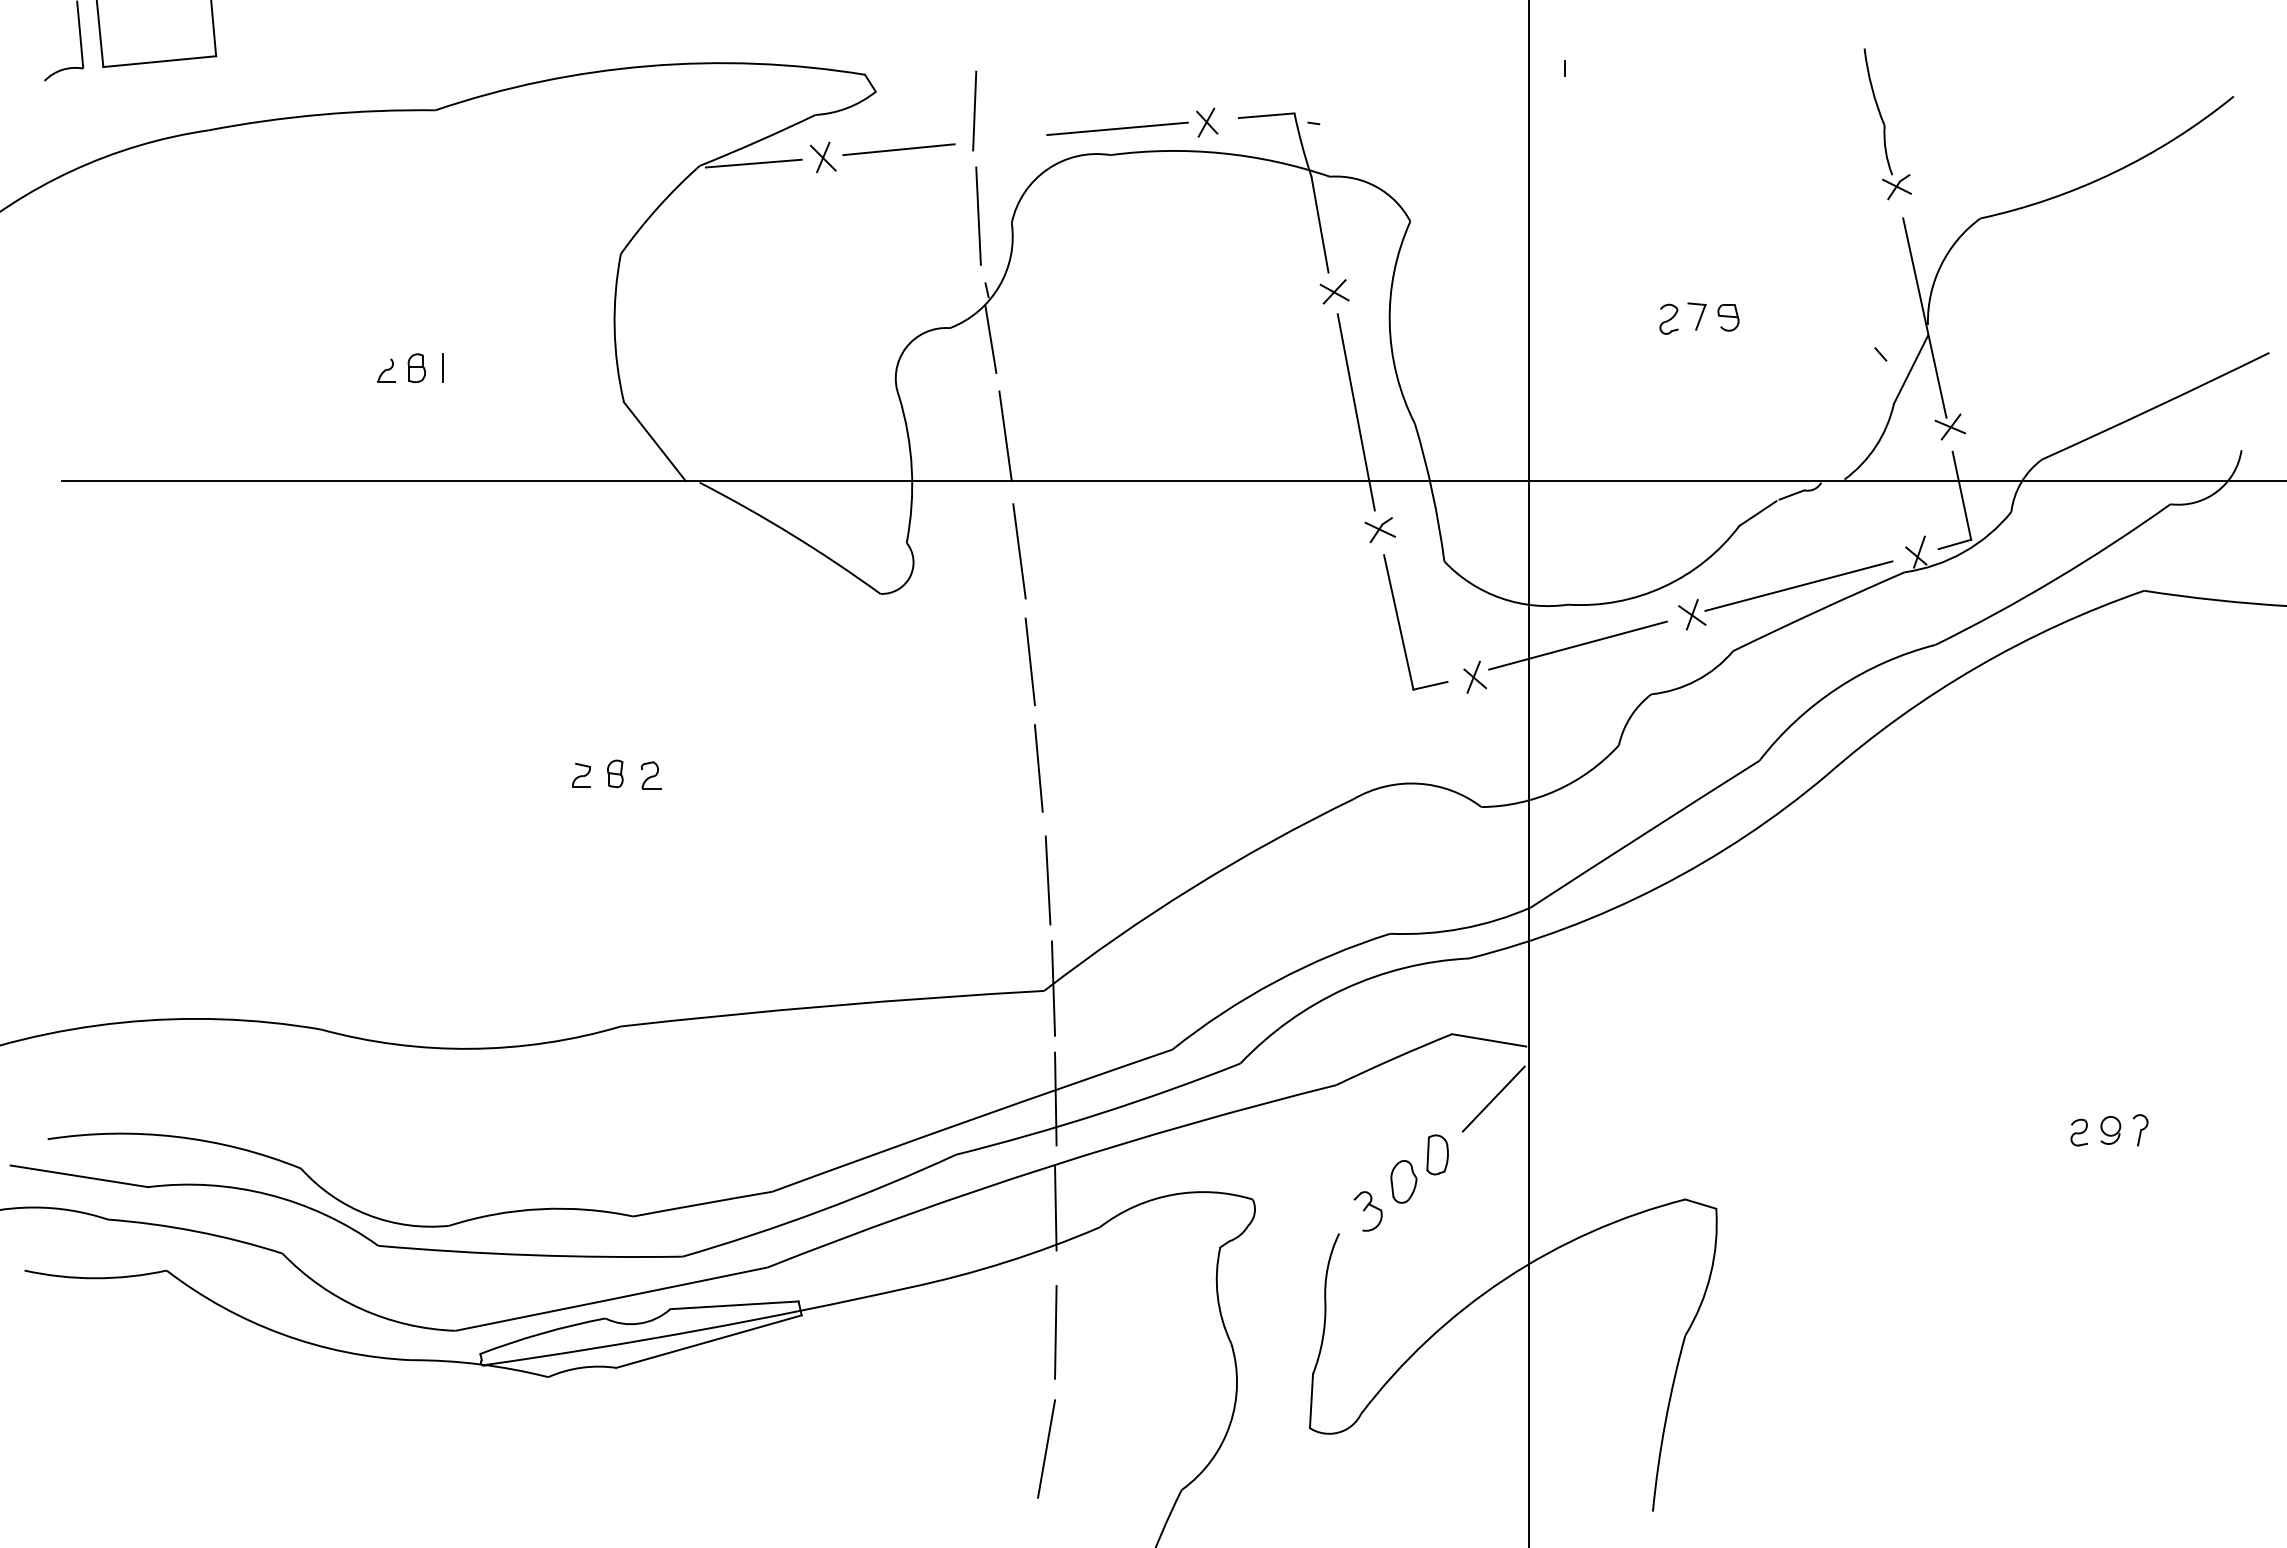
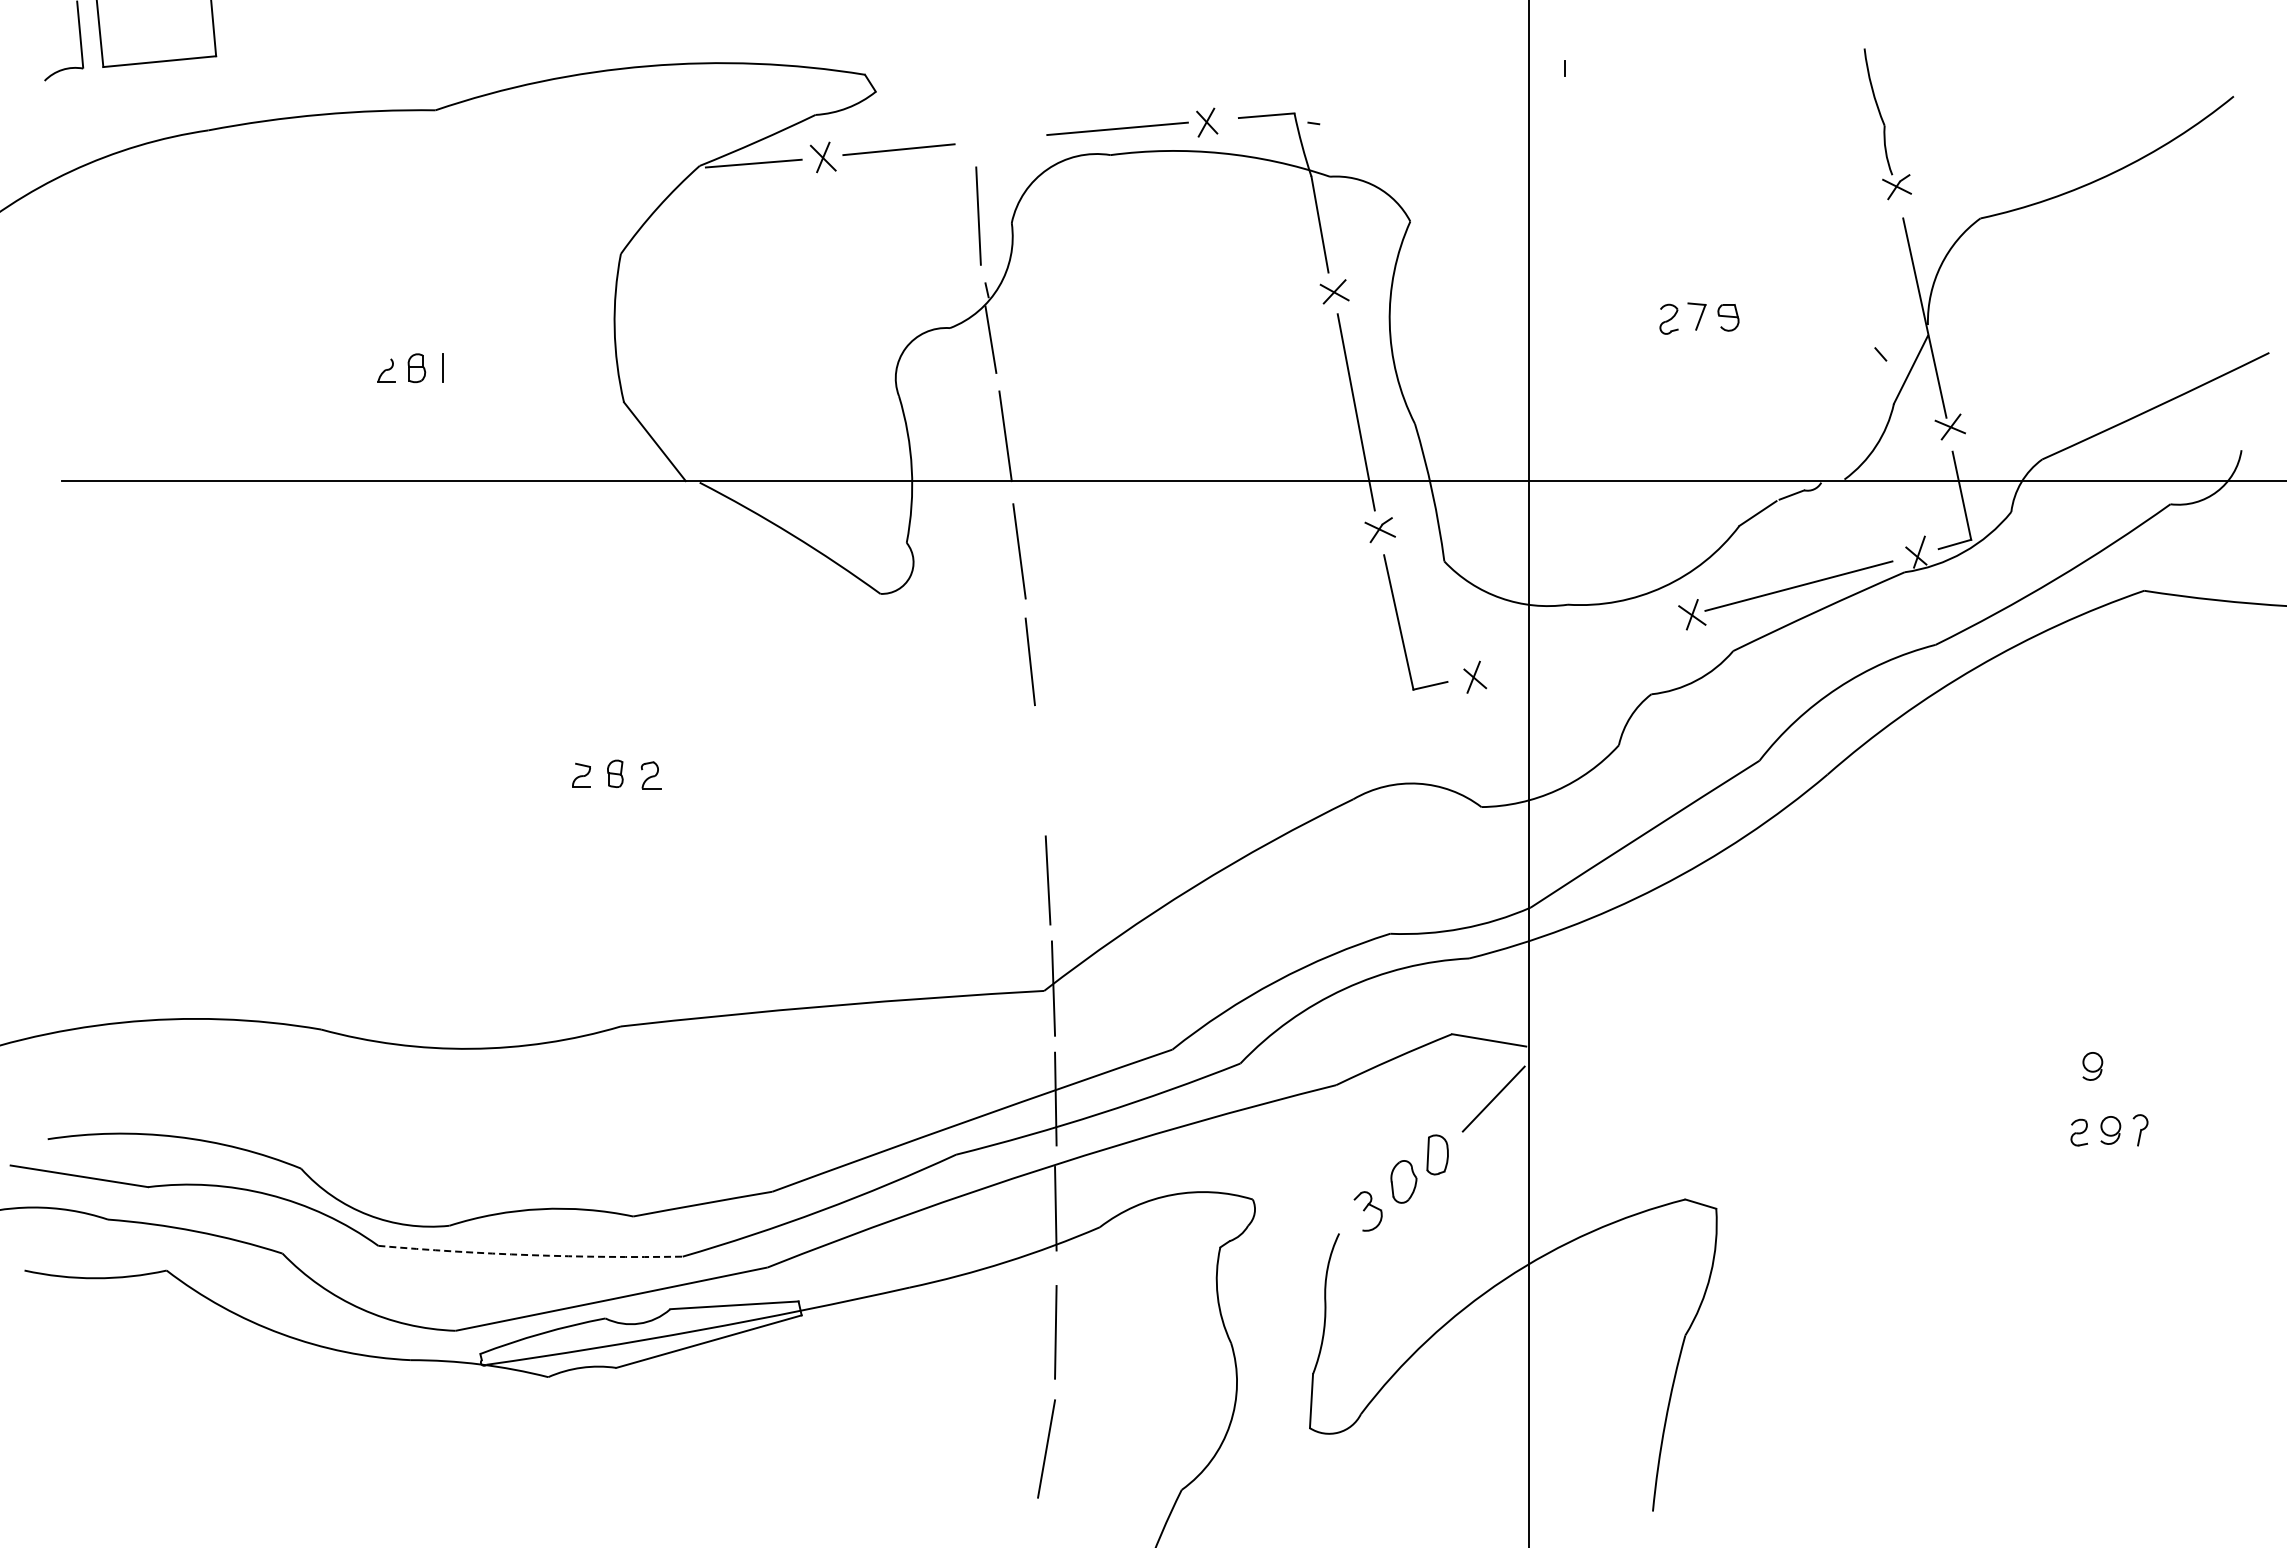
line at (974, 110): present -> none
line at (1577, 645): present -> none
line at (1038, 768): present -> none
part at (2092, 1066): none -> present
arc at (530, 1255): solid -> dashed
